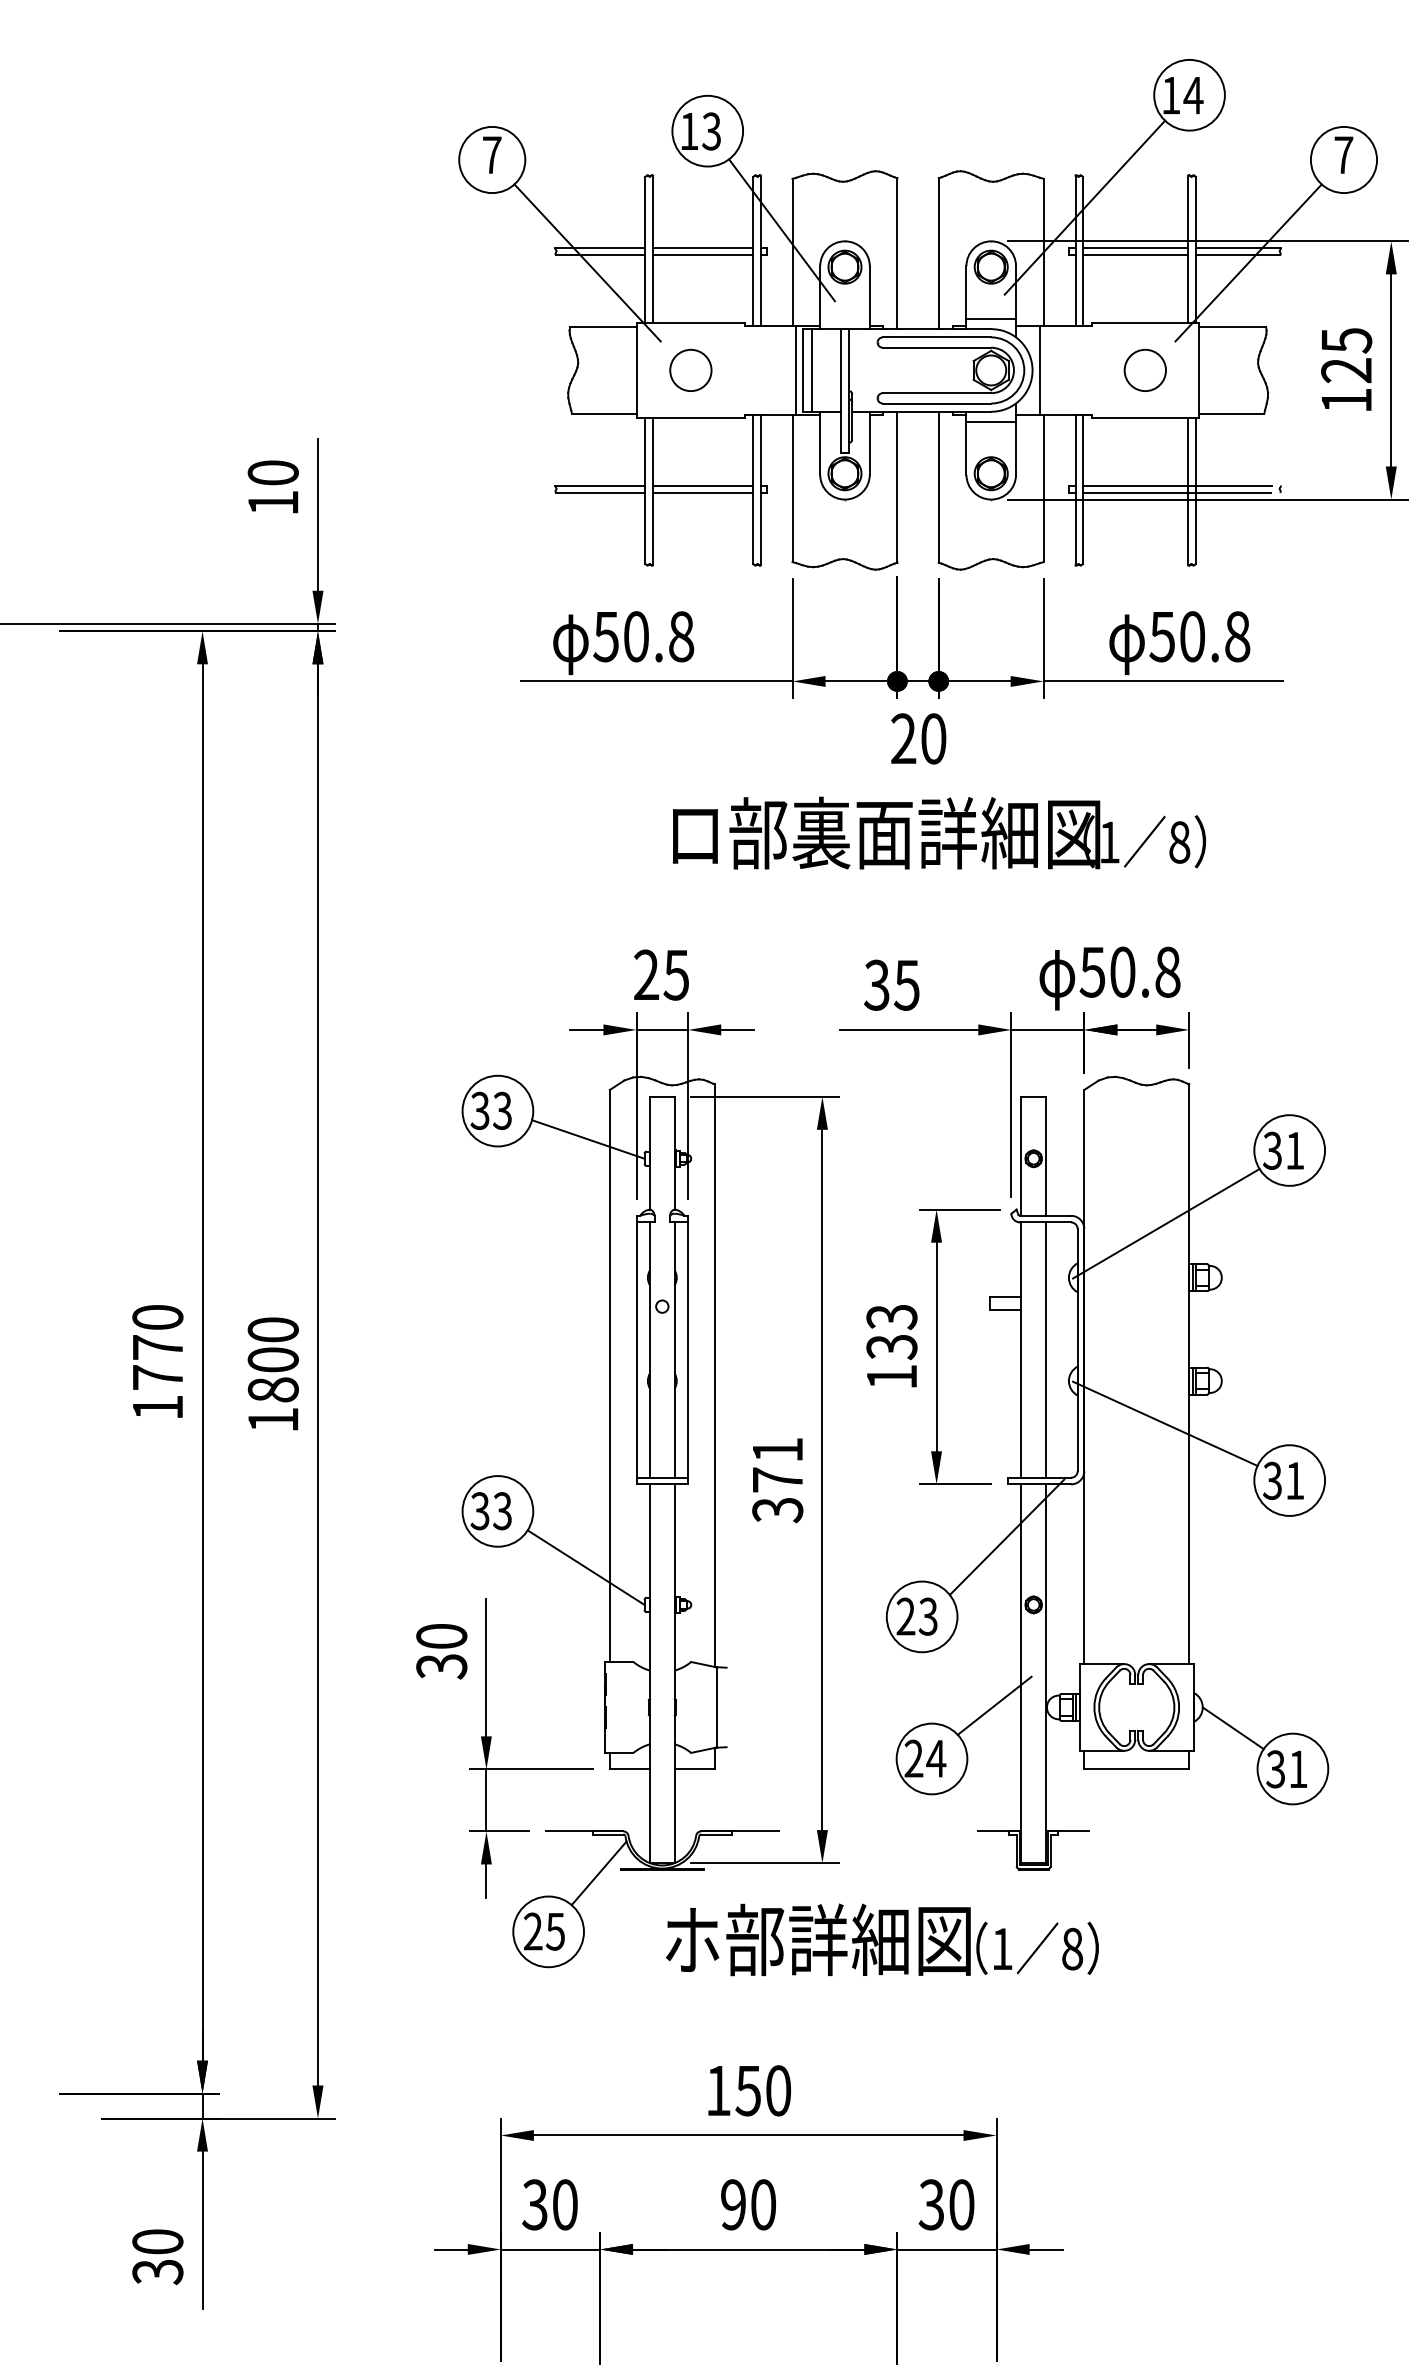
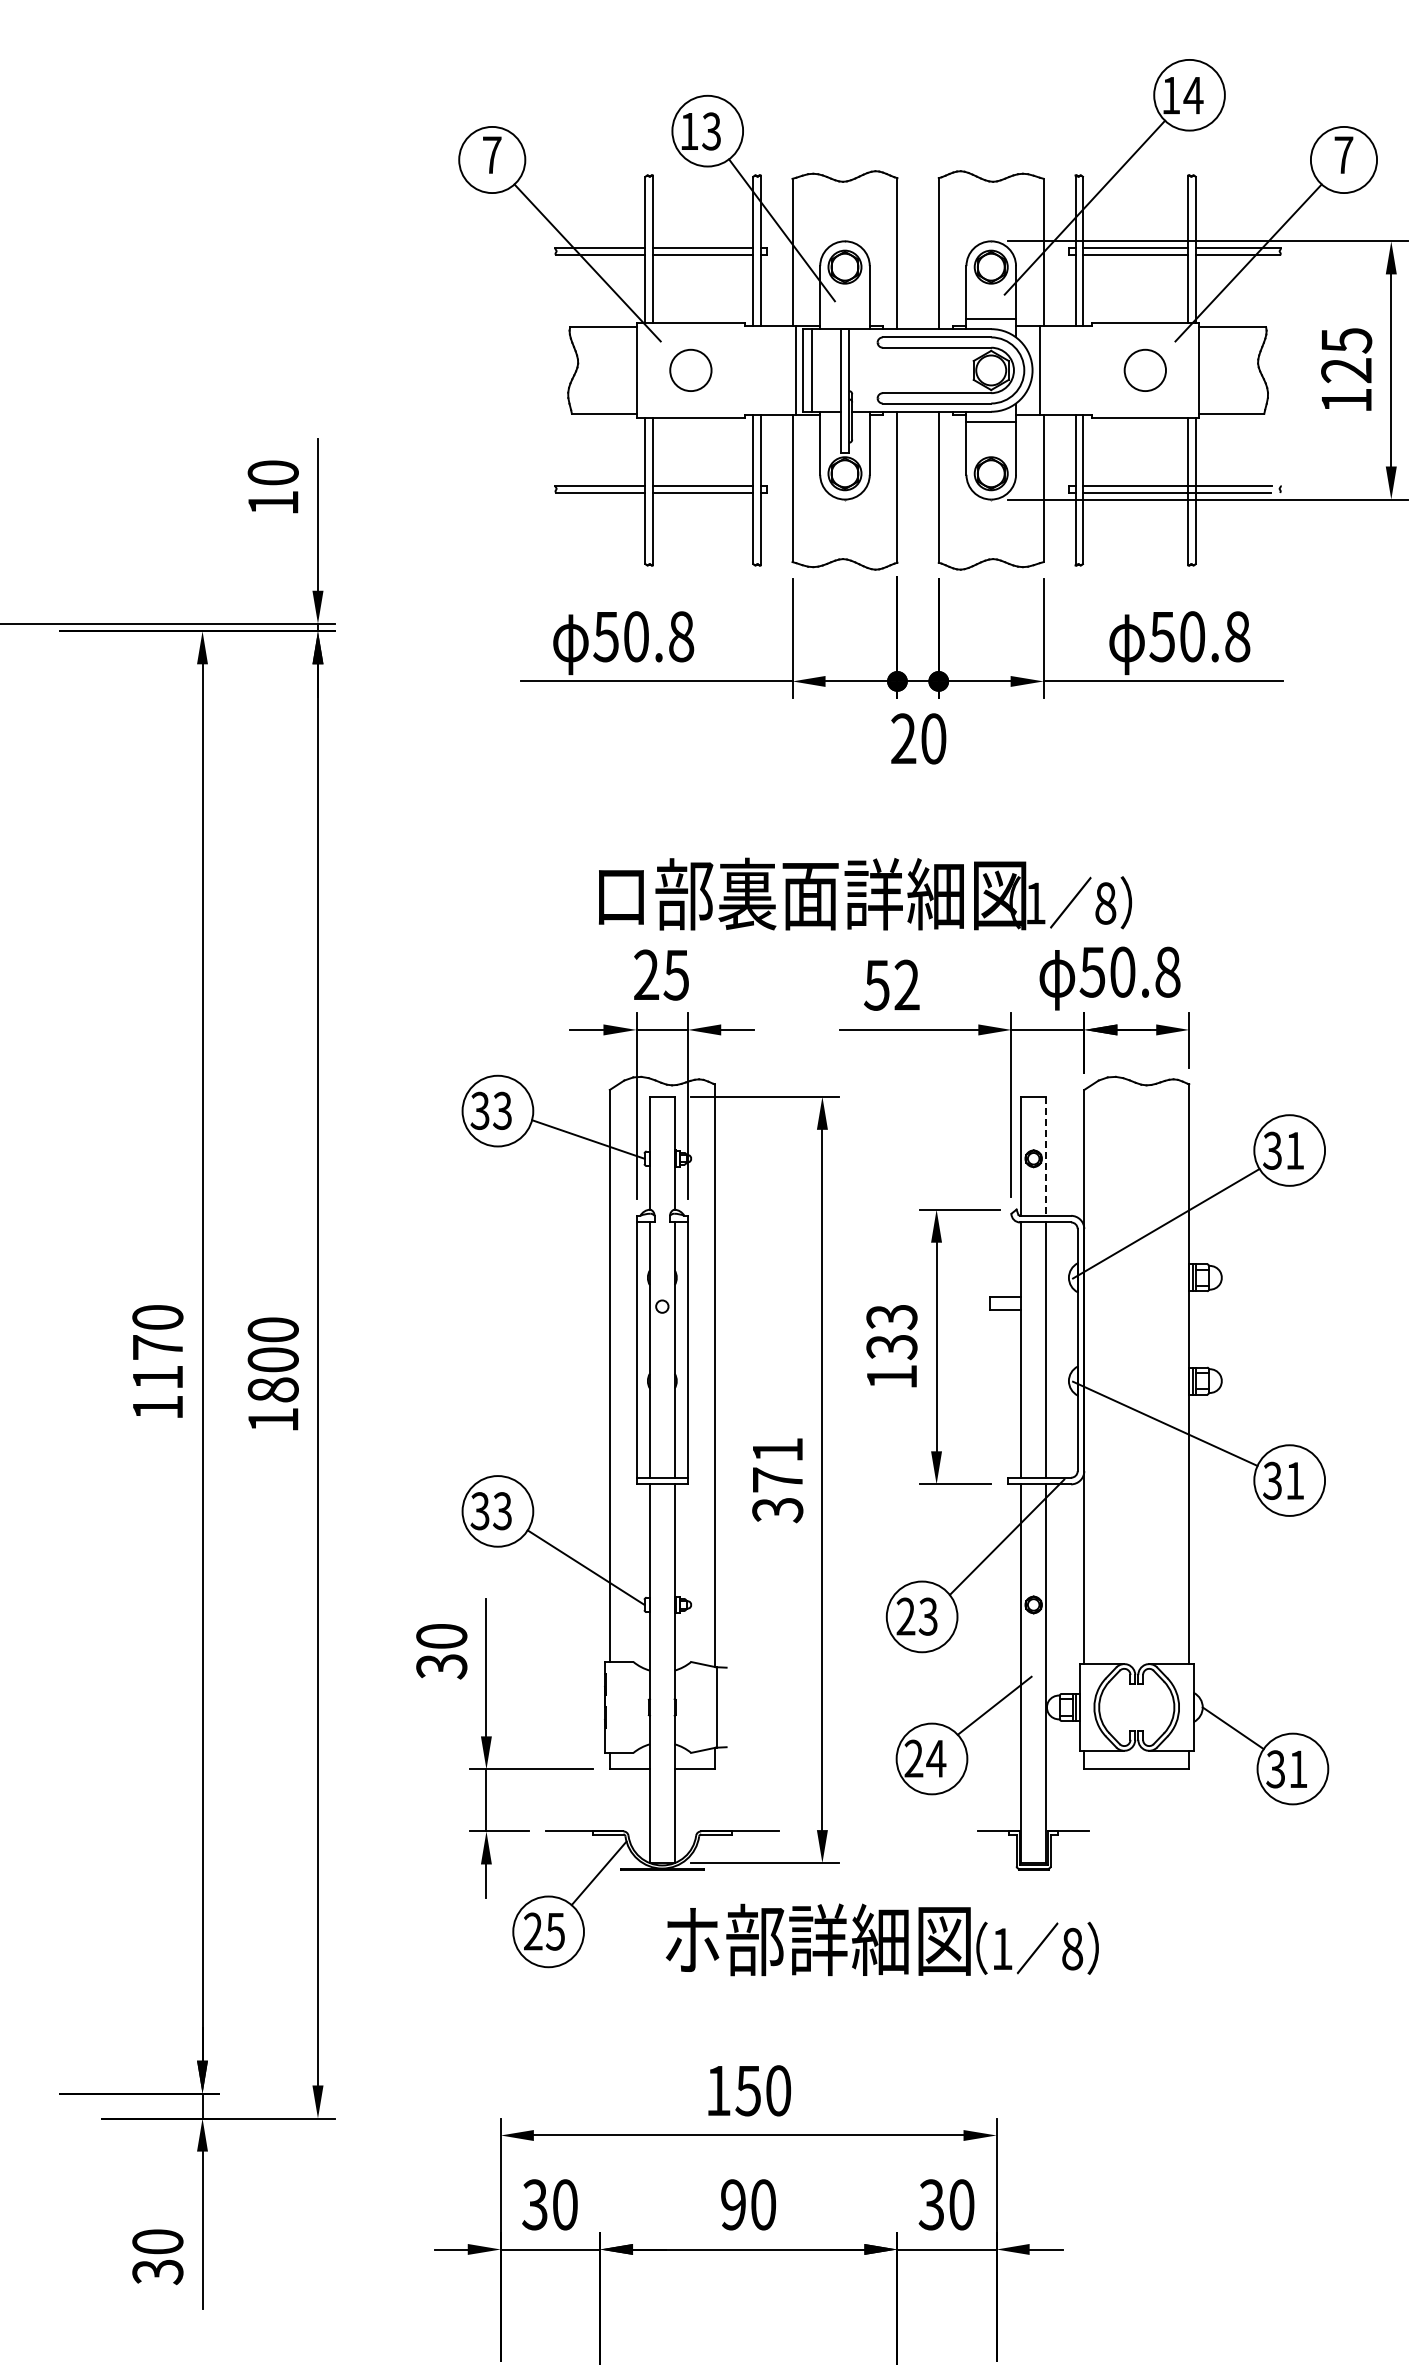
text at (939, 832) position: (939, 832) -> (865, 893)
text at (891, 984): 35 -> 52
line at (1046, 1156): solid -> dashed
text at (157, 1377): 1770 -> 1170
